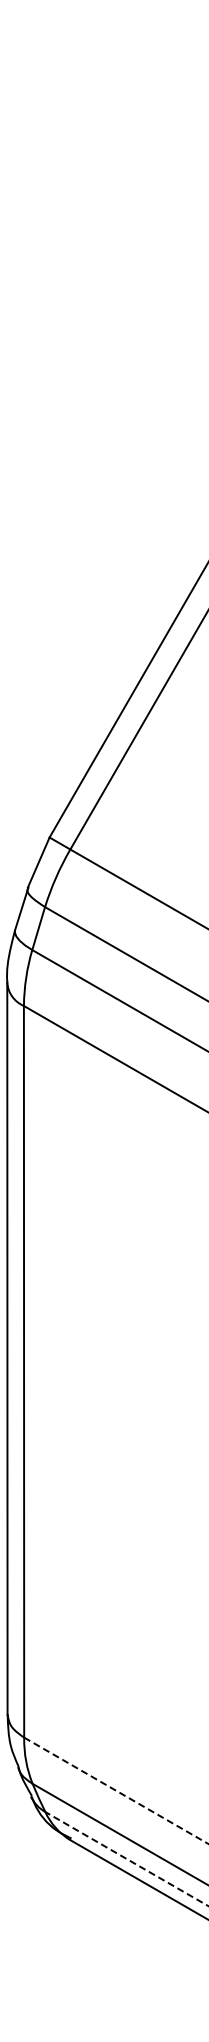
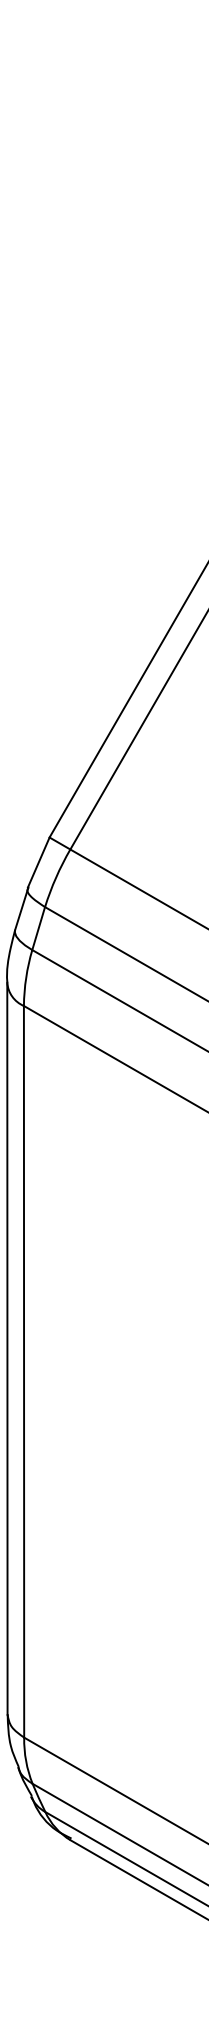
line at (116, 1791): dashed -> solid
line at (126, 1858): dashed -> solid
